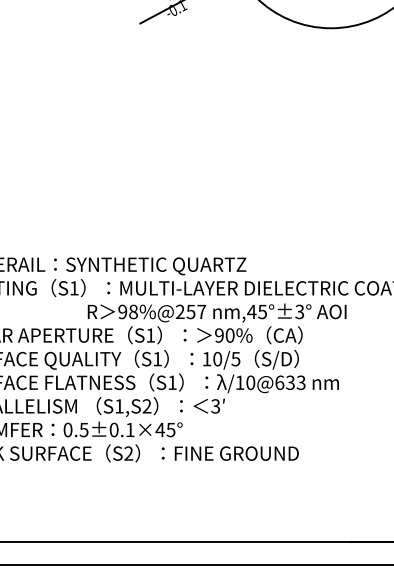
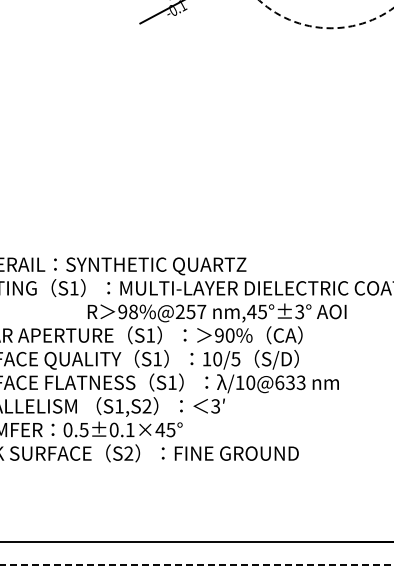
circle at (326, 14): solid -> dashed
line at (197, 565): solid -> dashed
